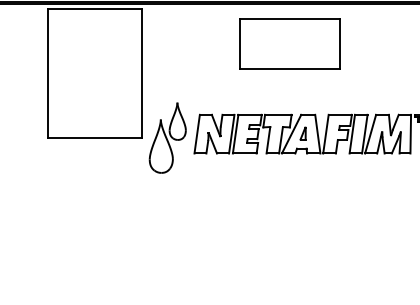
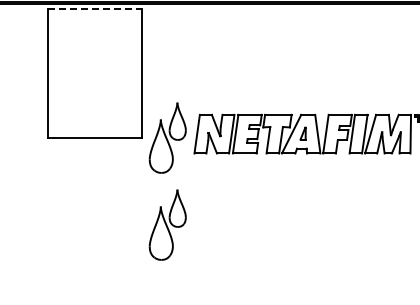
line at (95, 8): solid -> dashed
part at (289, 43): present -> none
part at (167, 224): none -> present
